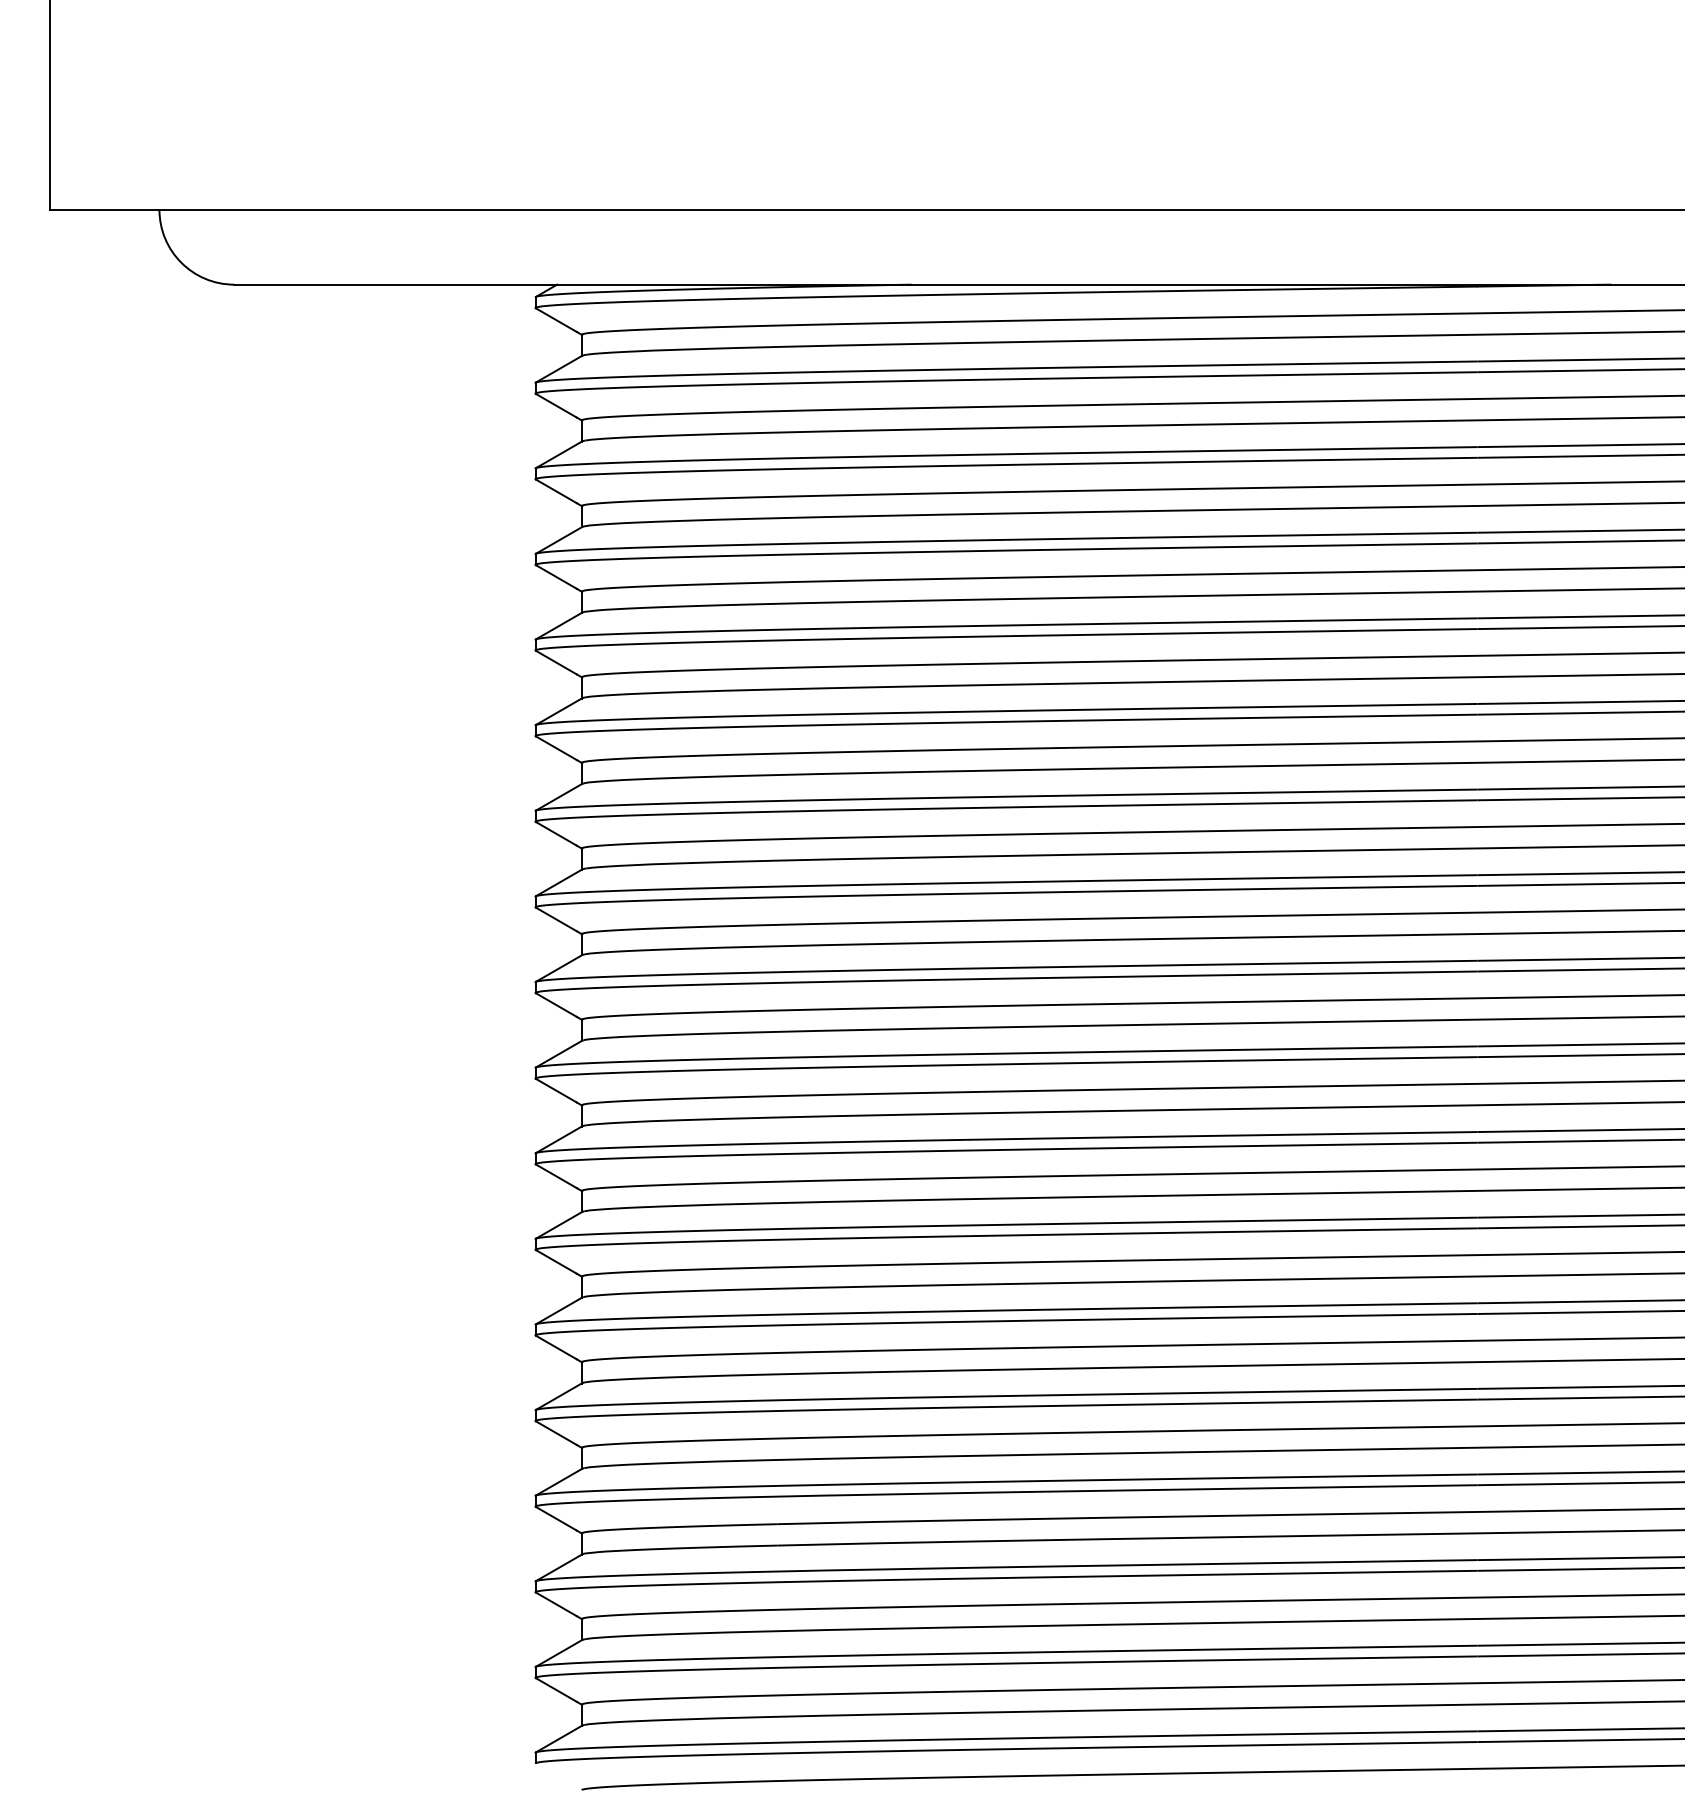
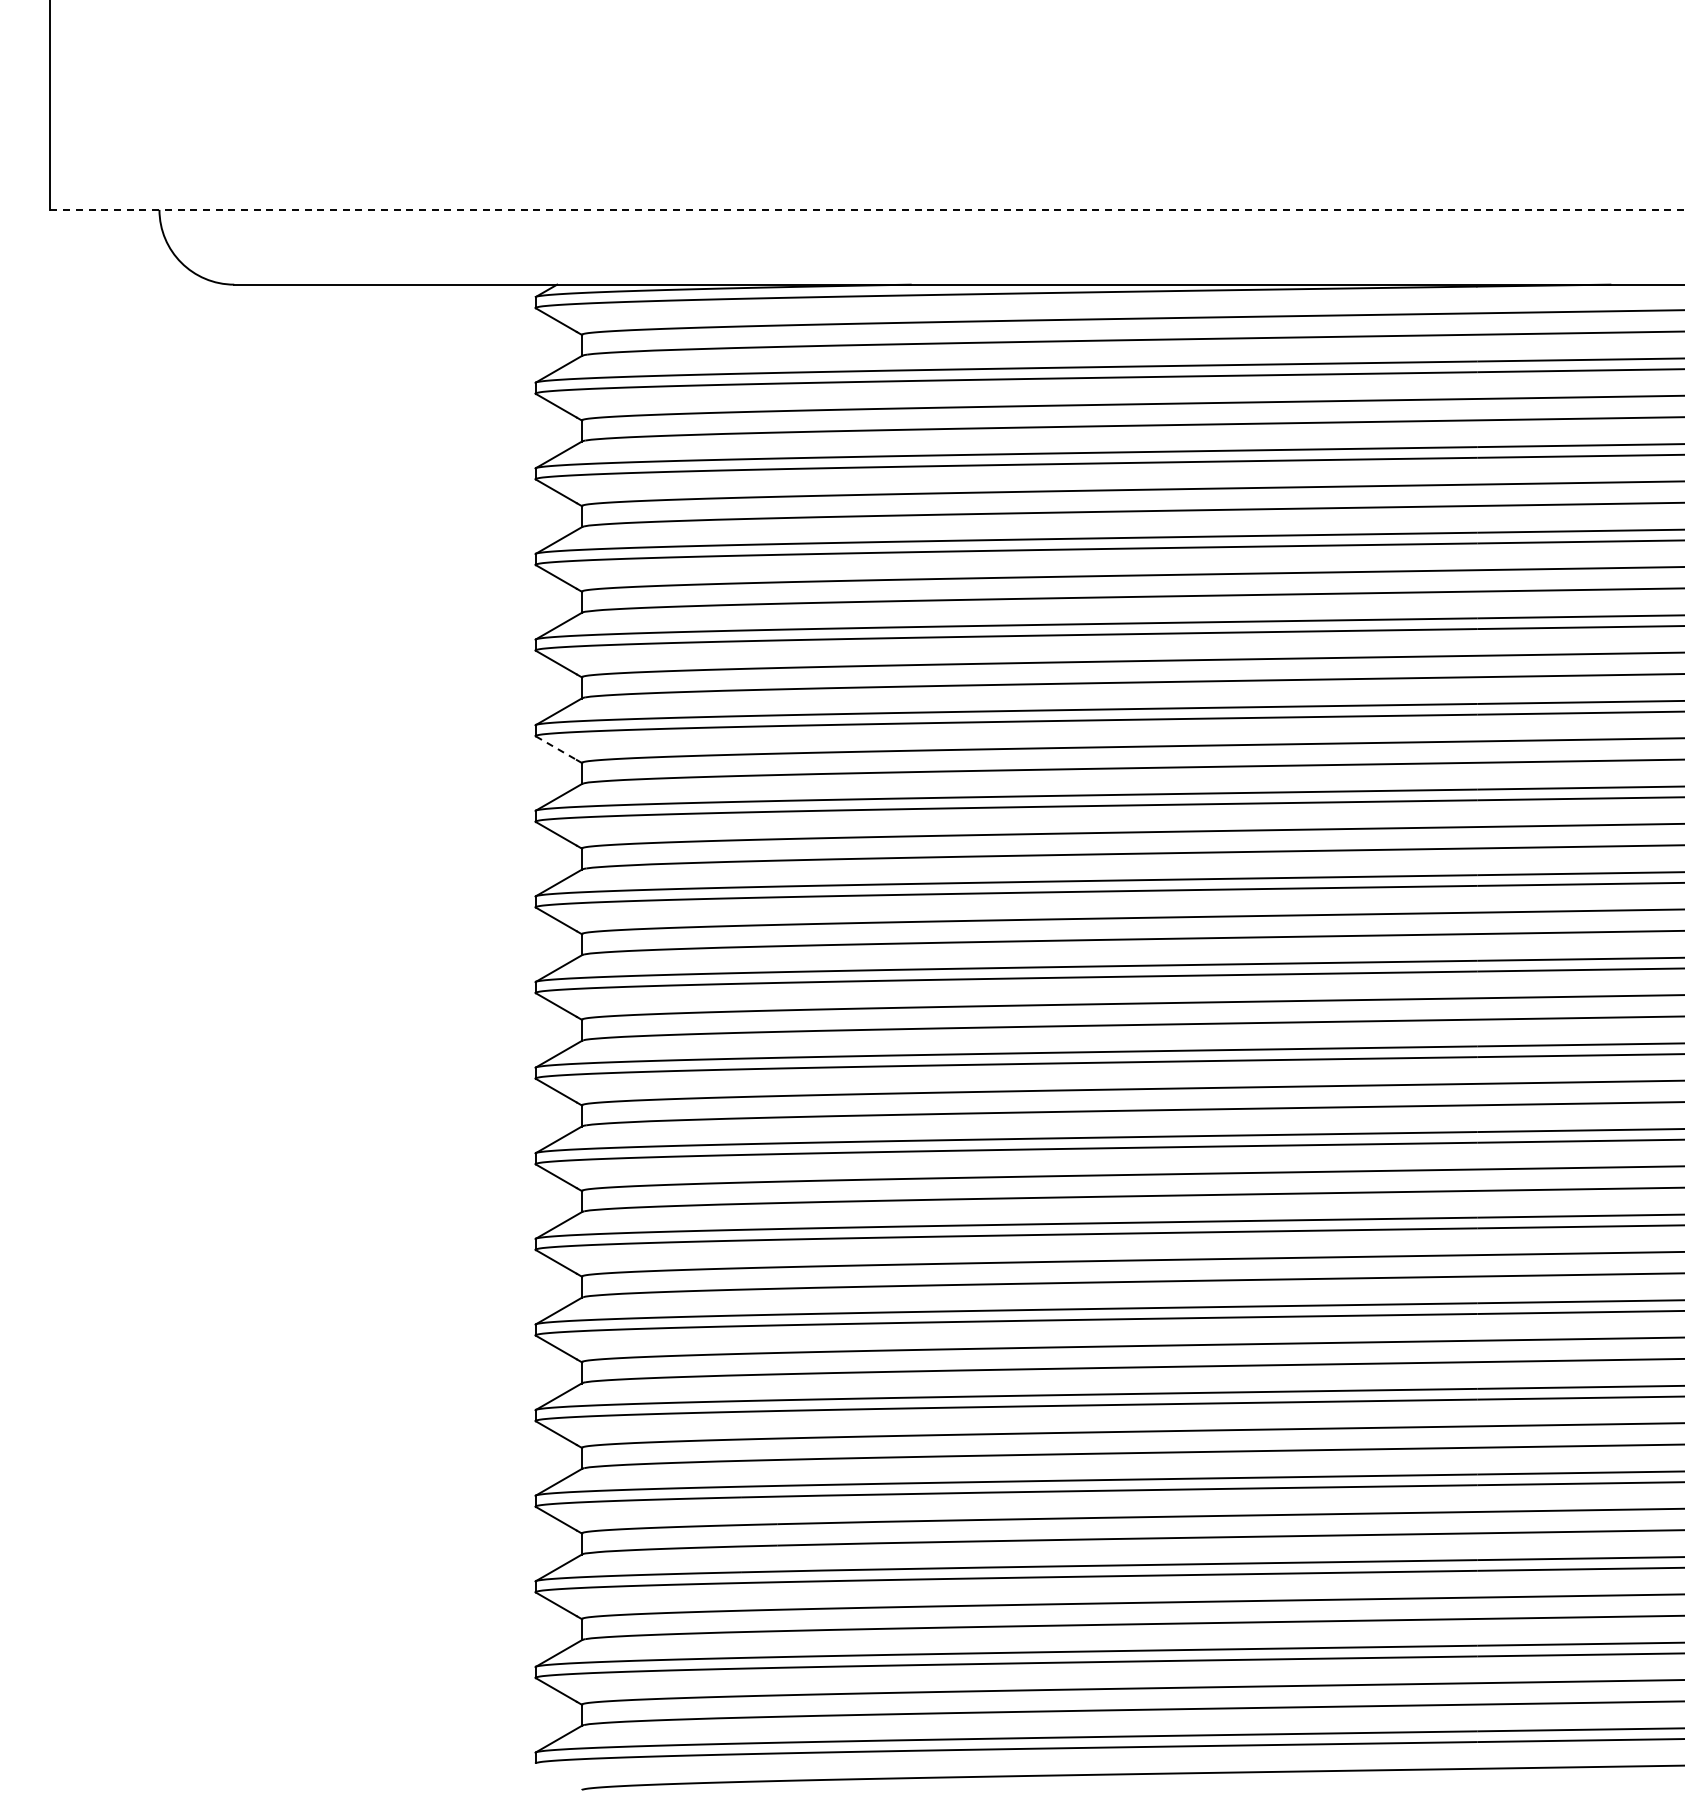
line at (867, 209): solid -> dashed
line at (556, 748): solid -> dashed
